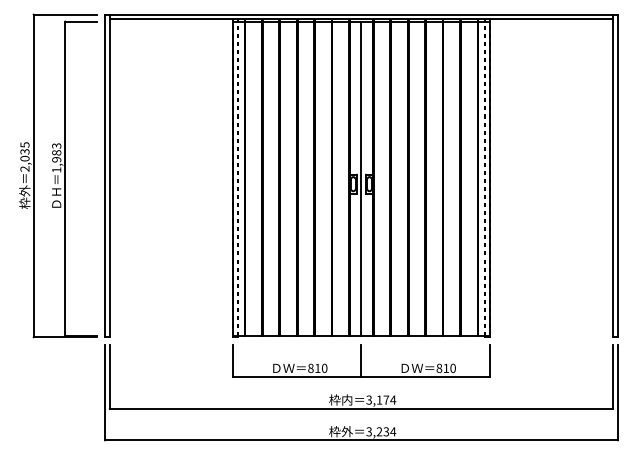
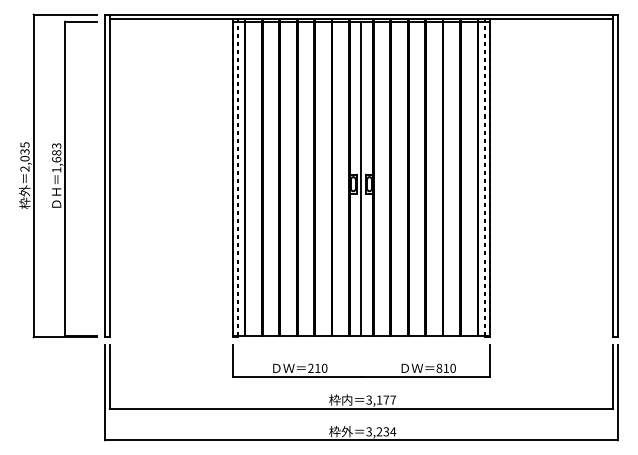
text at (56, 159): 1,983 -> 1,683
line at (361, 360): present -> none
text at (310, 368): 810 -> 210
text at (393, 399): 3,174 -> 3,177
